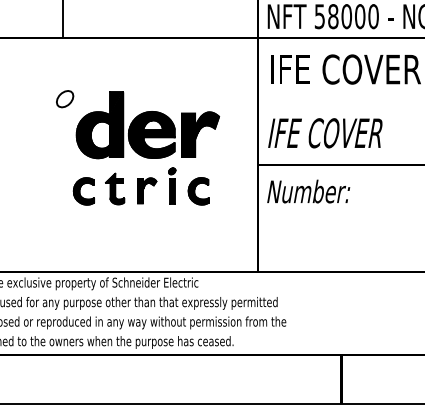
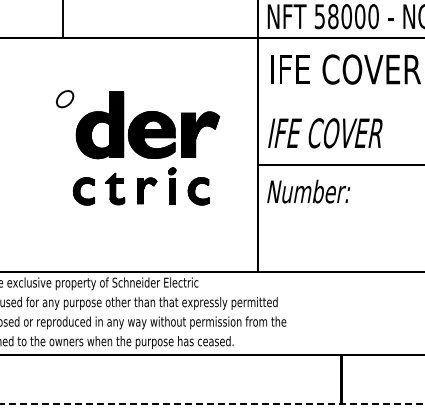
line at (213, 404): solid -> dashed
